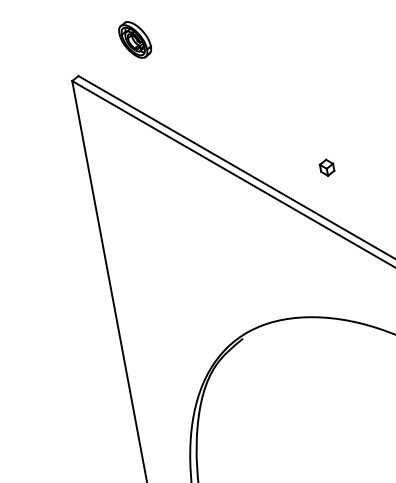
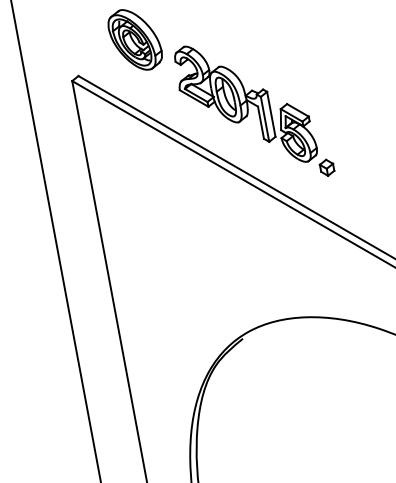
part at (134, 39) size: 34x38 px -> 56x62 px
part at (245, 103): none -> present
line at (55, 240): none -> present
